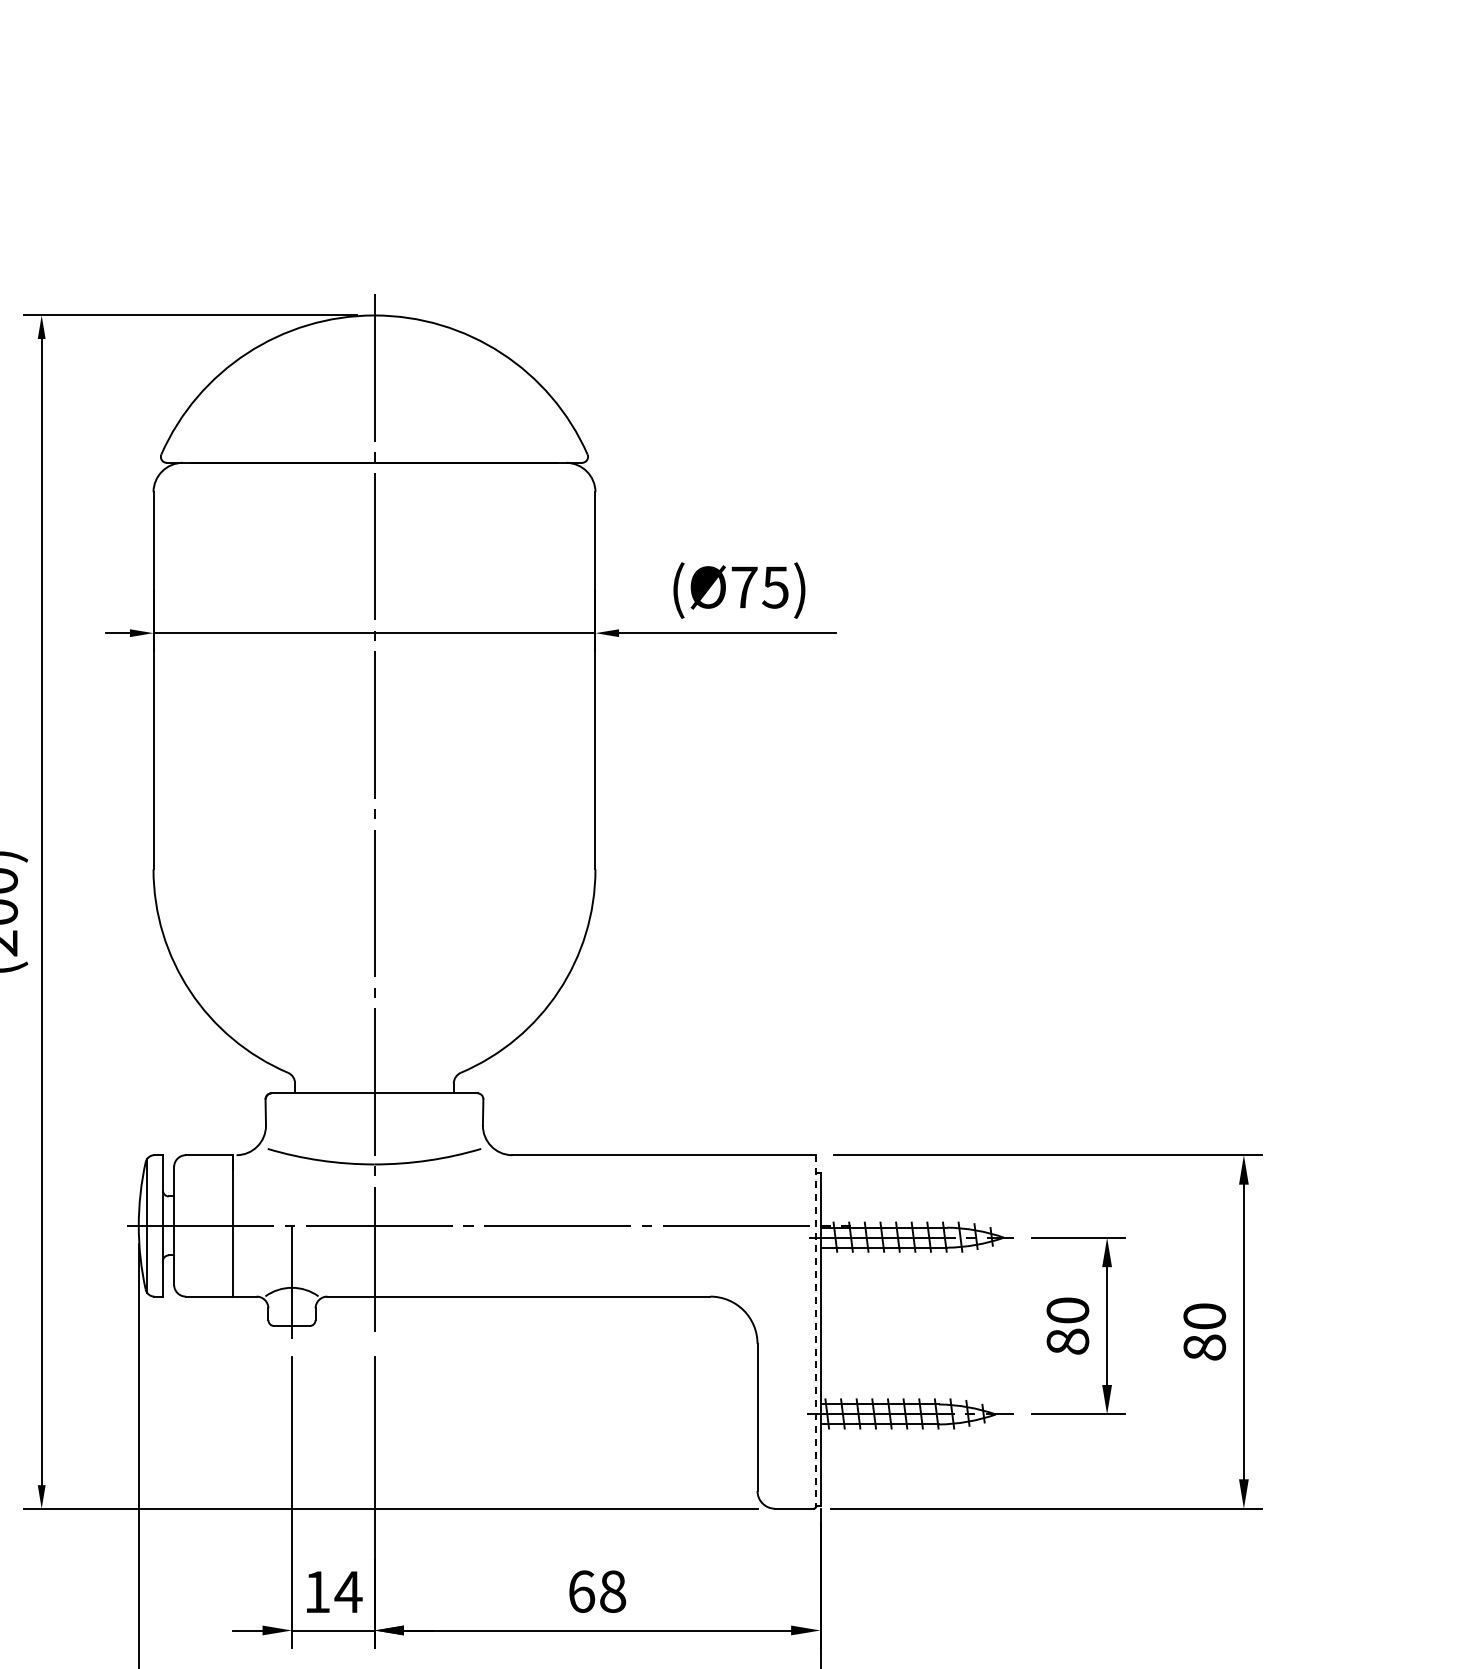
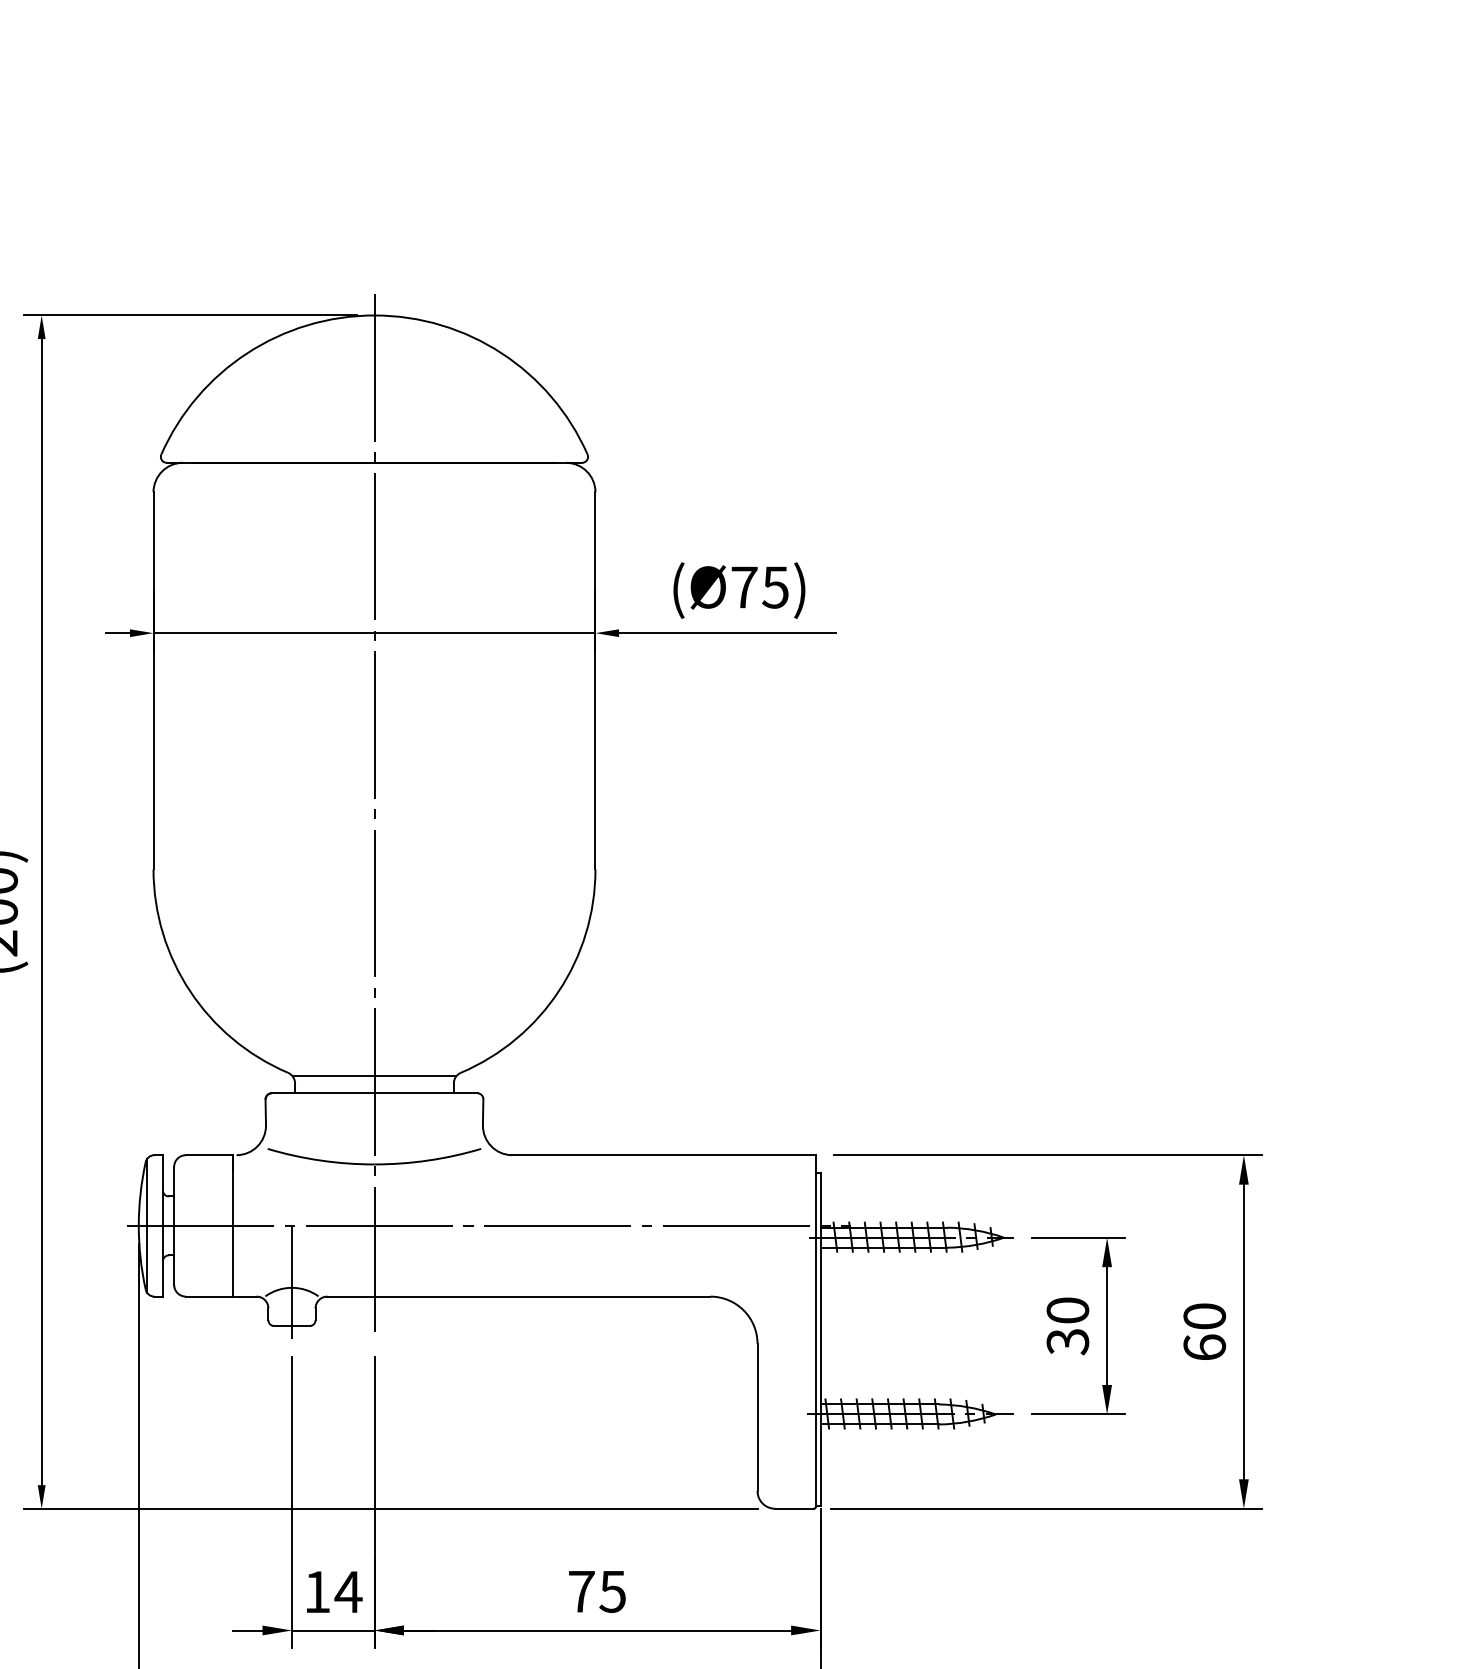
line at (374, 1075): none -> present
line at (816, 1331): dashed -> solid
text at (1067, 1341): 80 -> 30
text at (1204, 1347): 80 -> 60
text at (597, 1591): 68 -> 75
